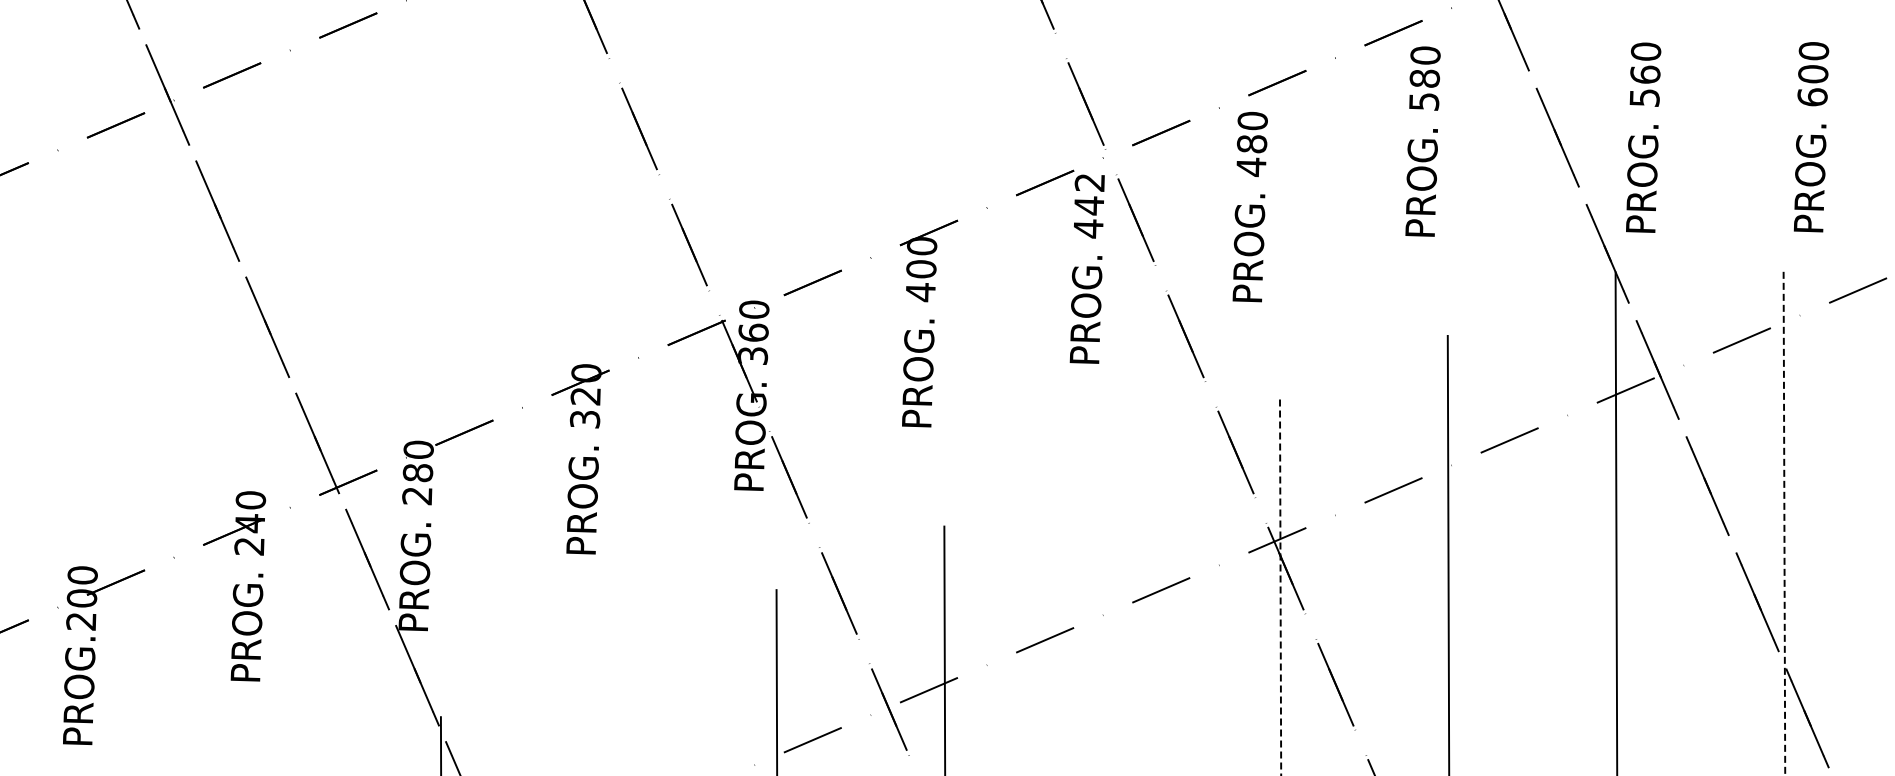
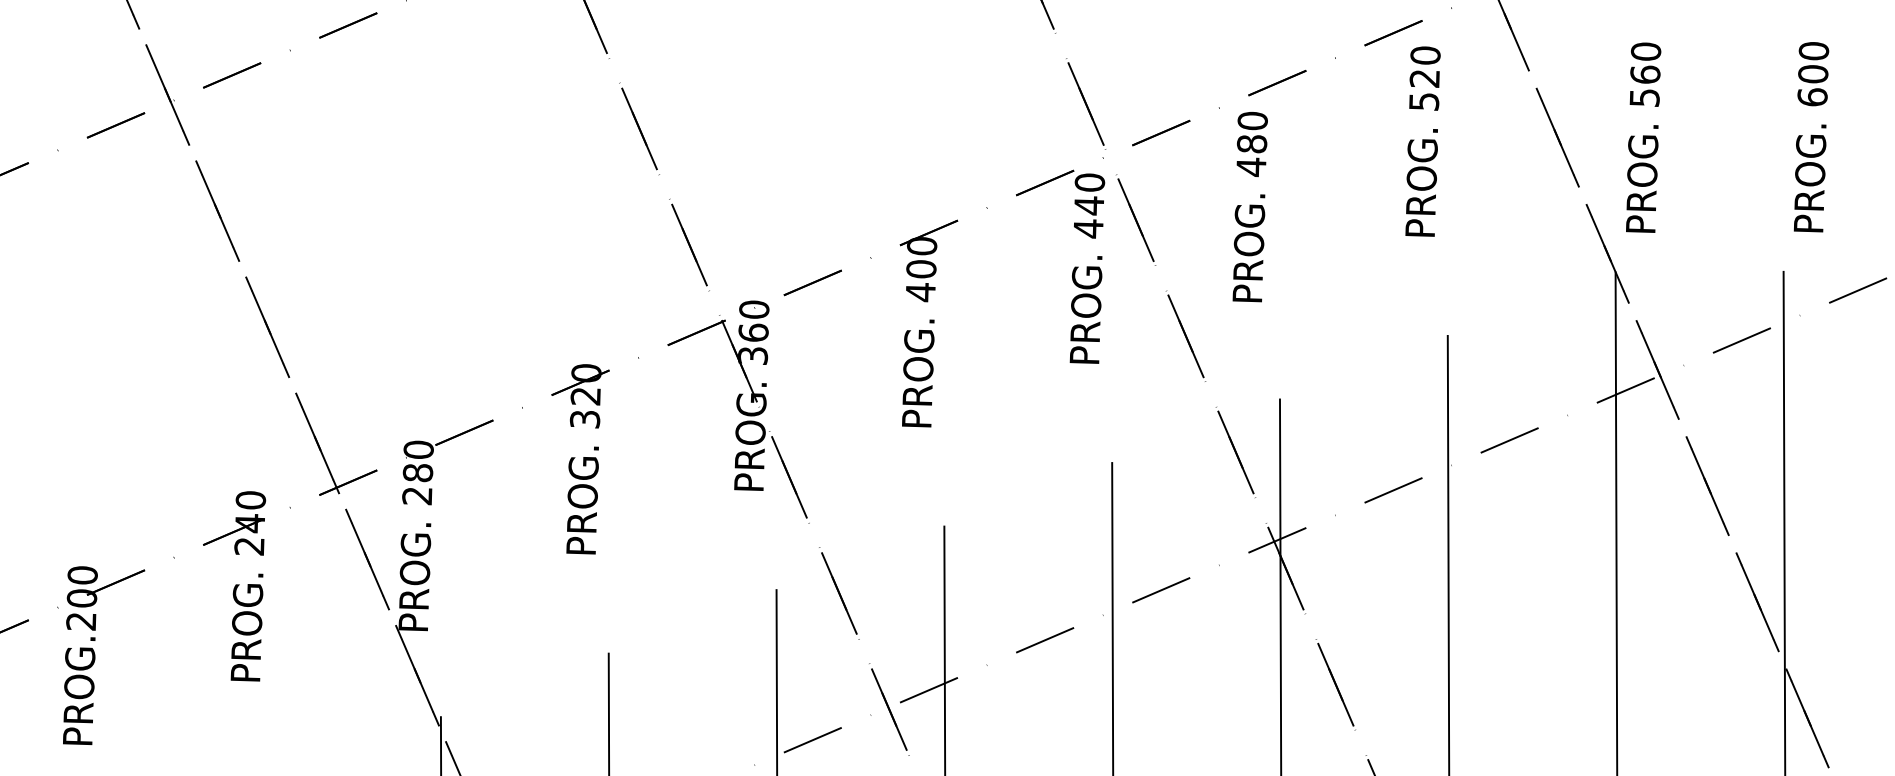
text at (1424, 78): 580 -> 520
text at (1089, 182): 442 -> 440
line at (1784, 523): dashed -> solid
line at (1280, 587): dashed -> solid
line at (1112, 617): none -> present
line at (608, 712): none -> present
